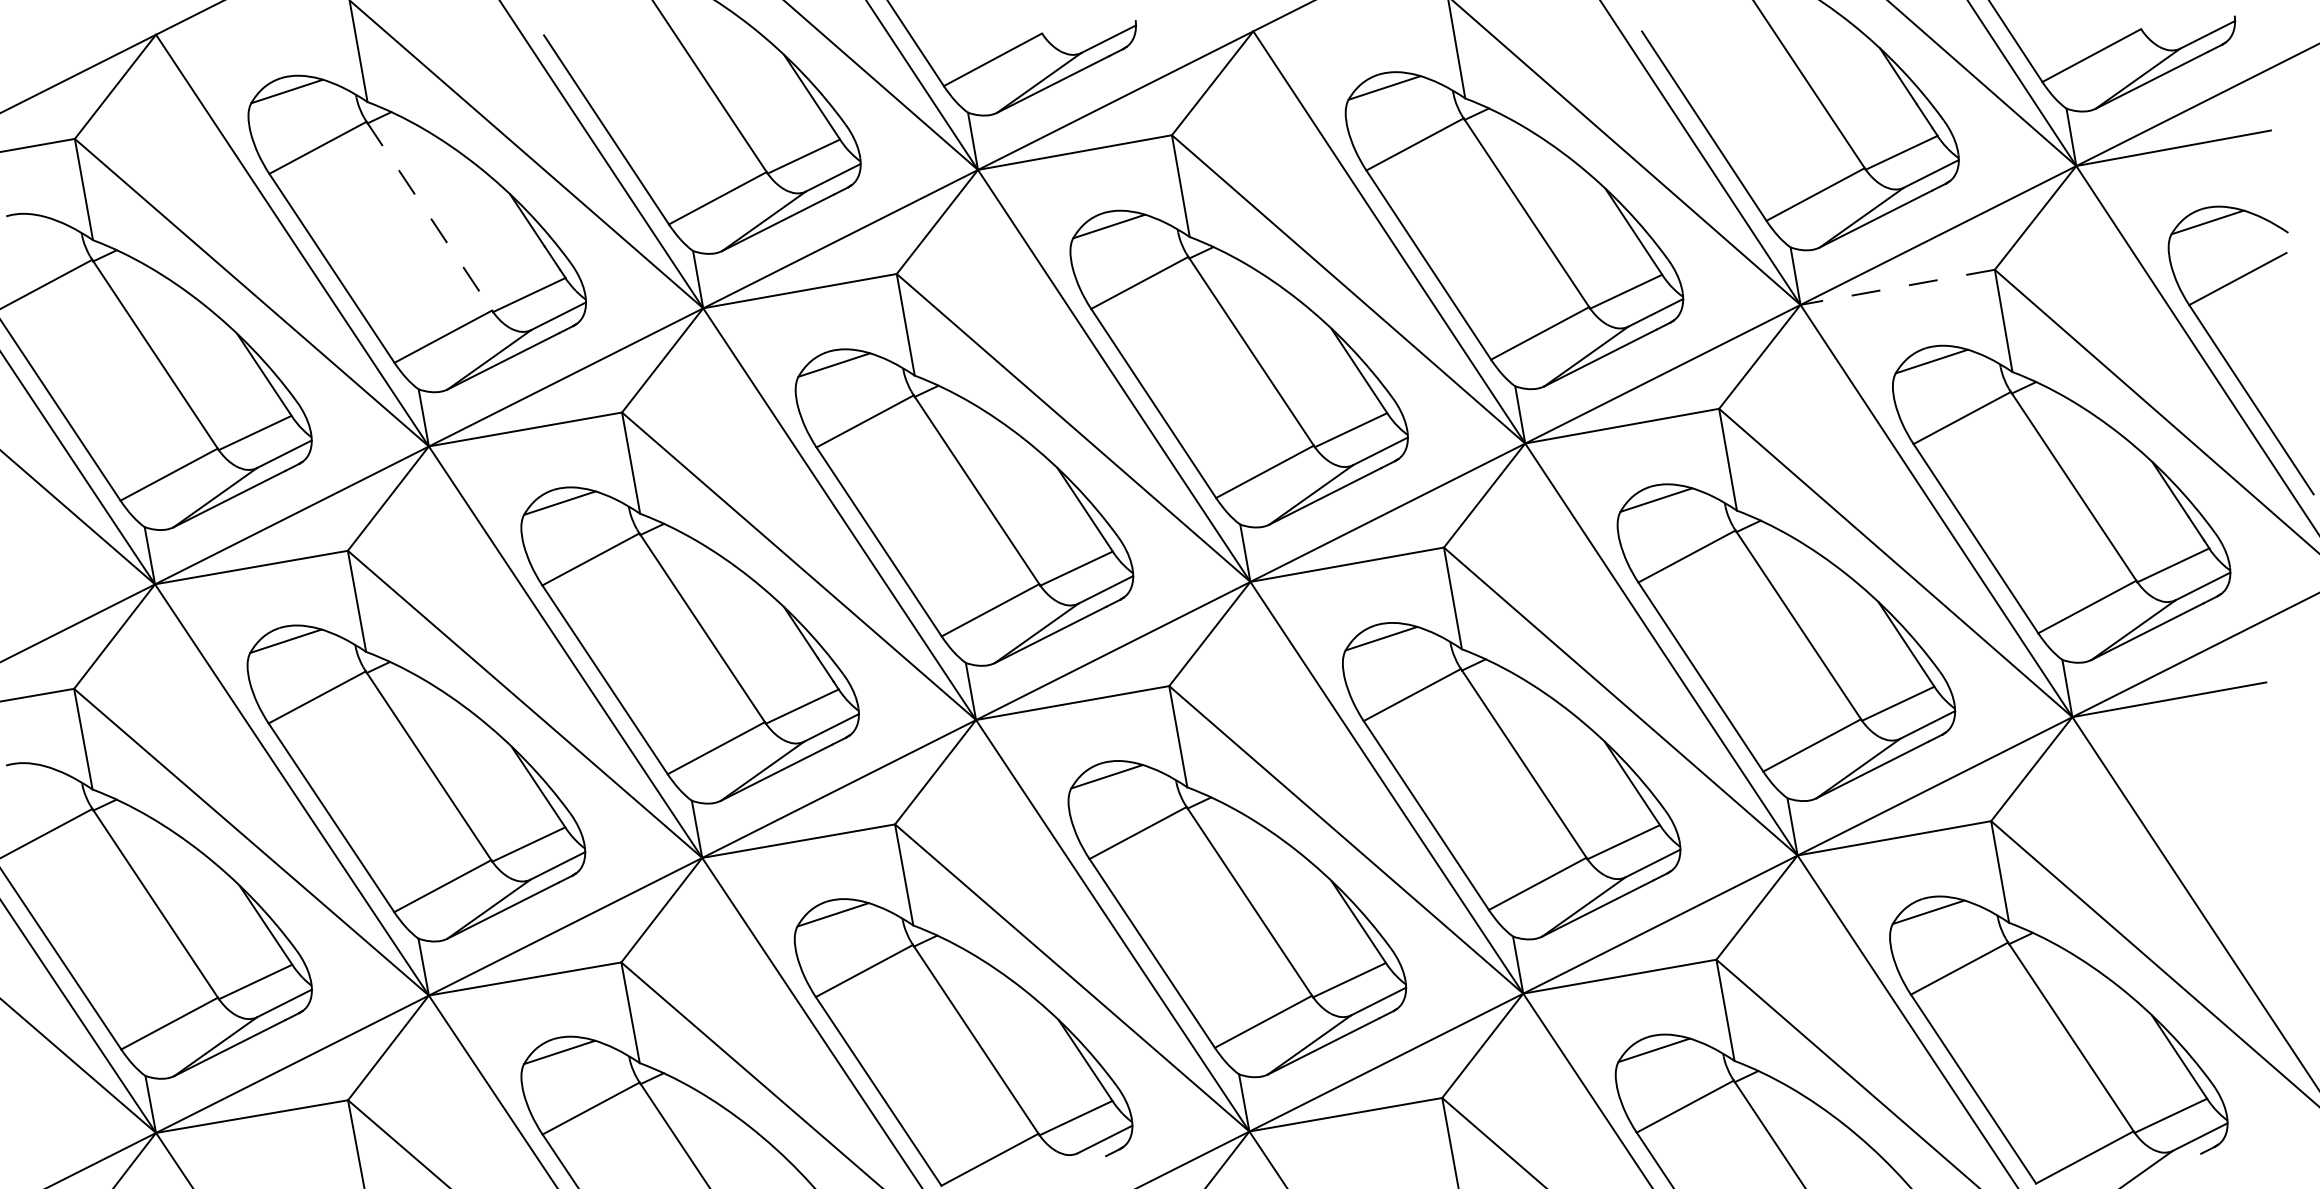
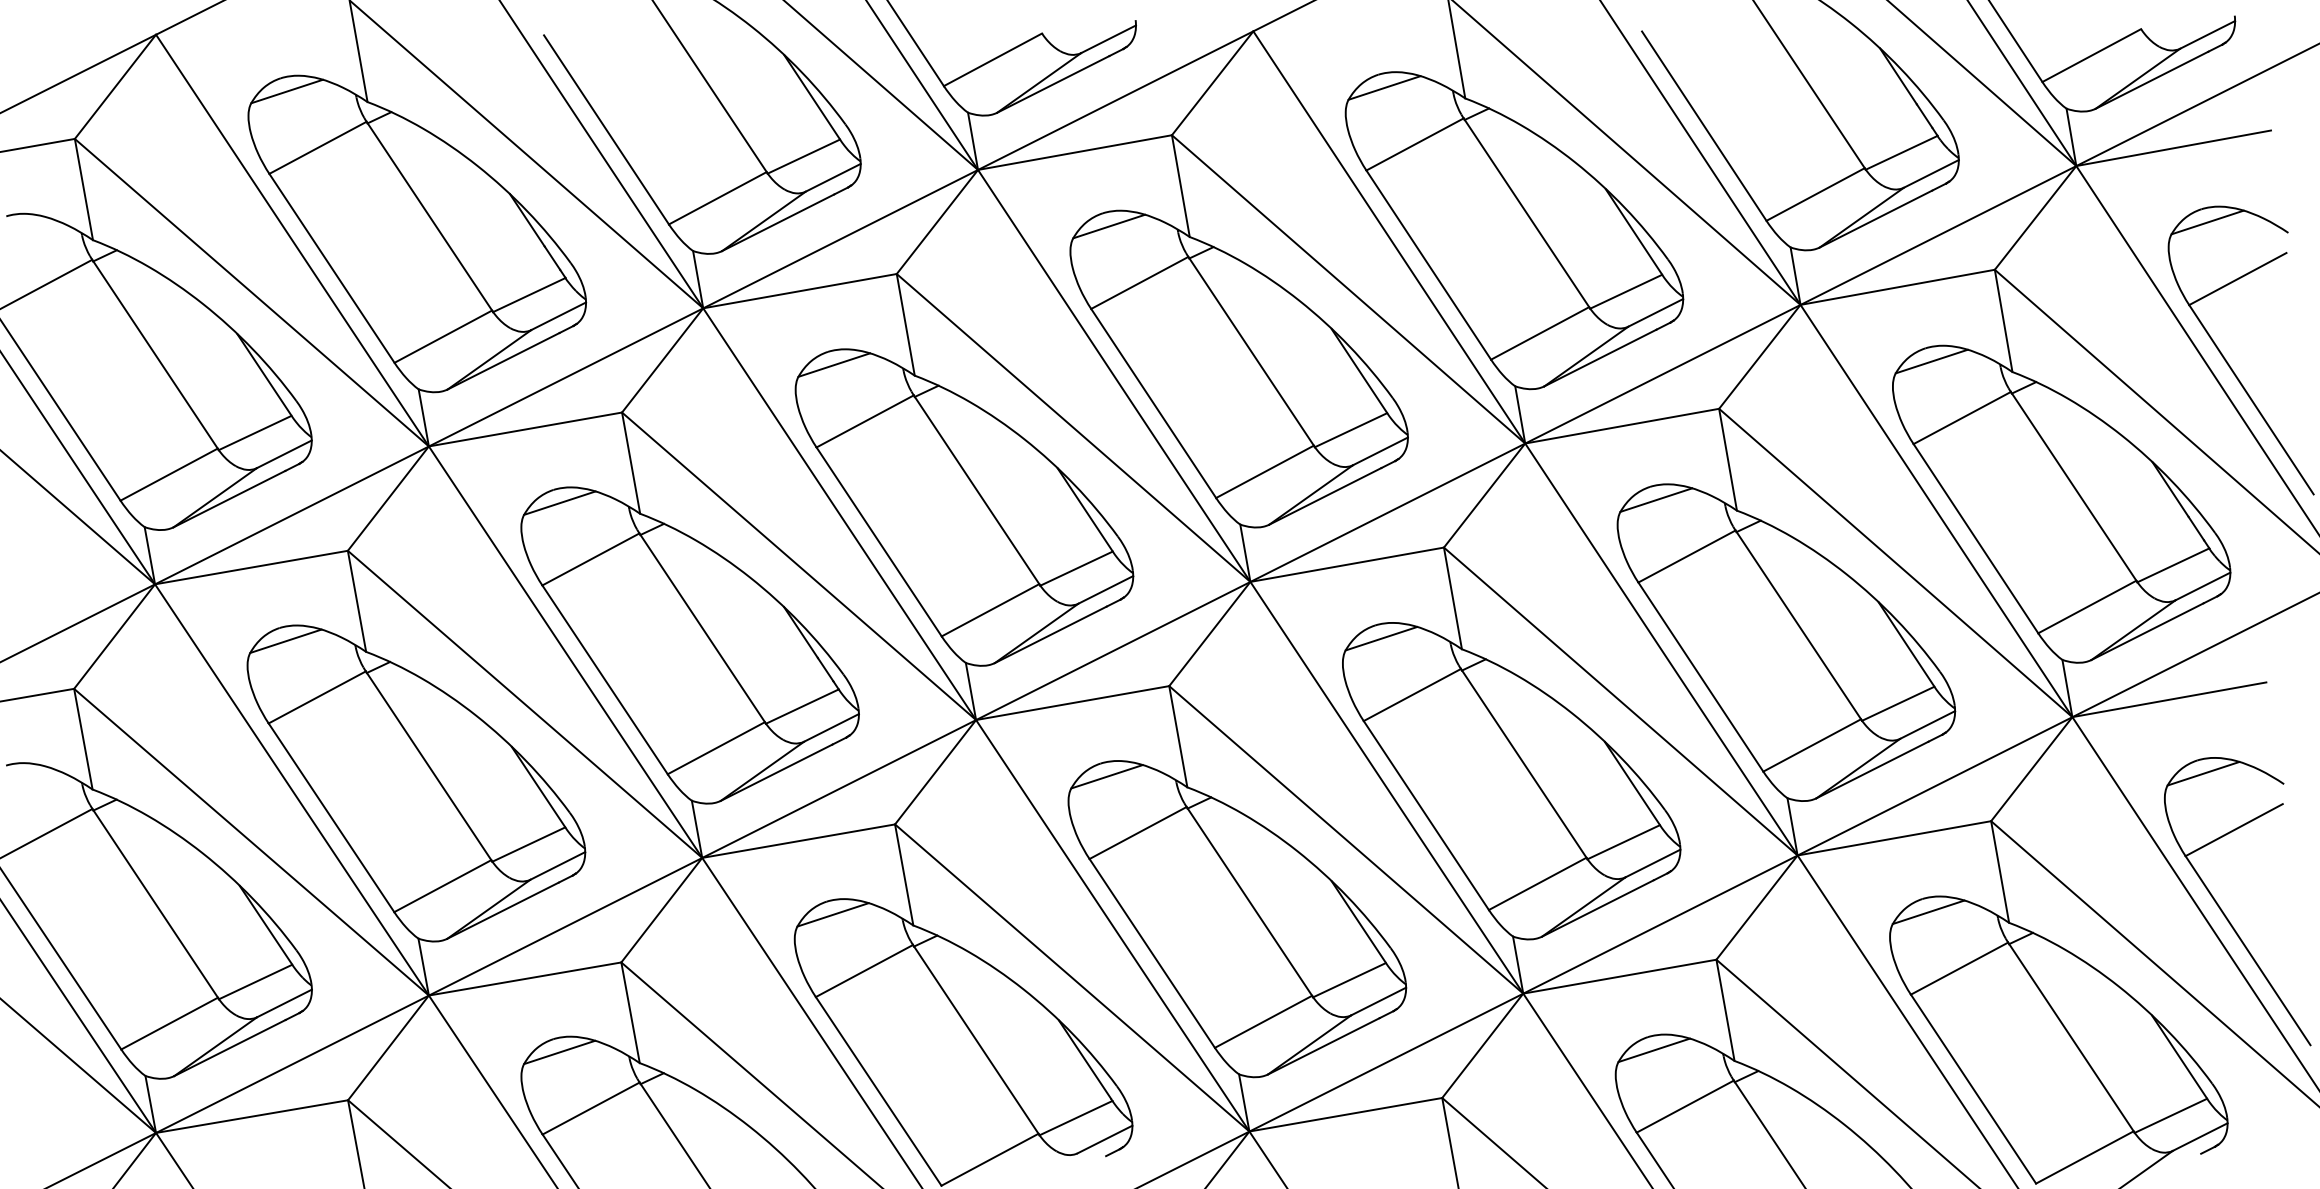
line at (429, 216): dashed -> solid
line at (1897, 287): dashed -> solid
part at (2223, 911): none -> present
